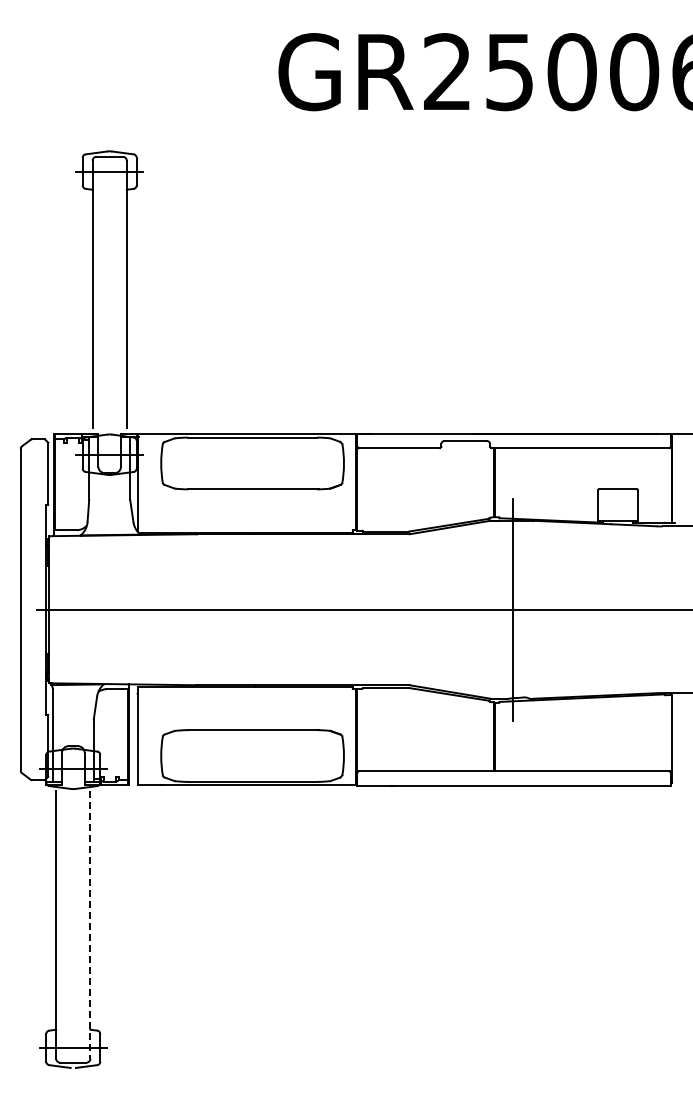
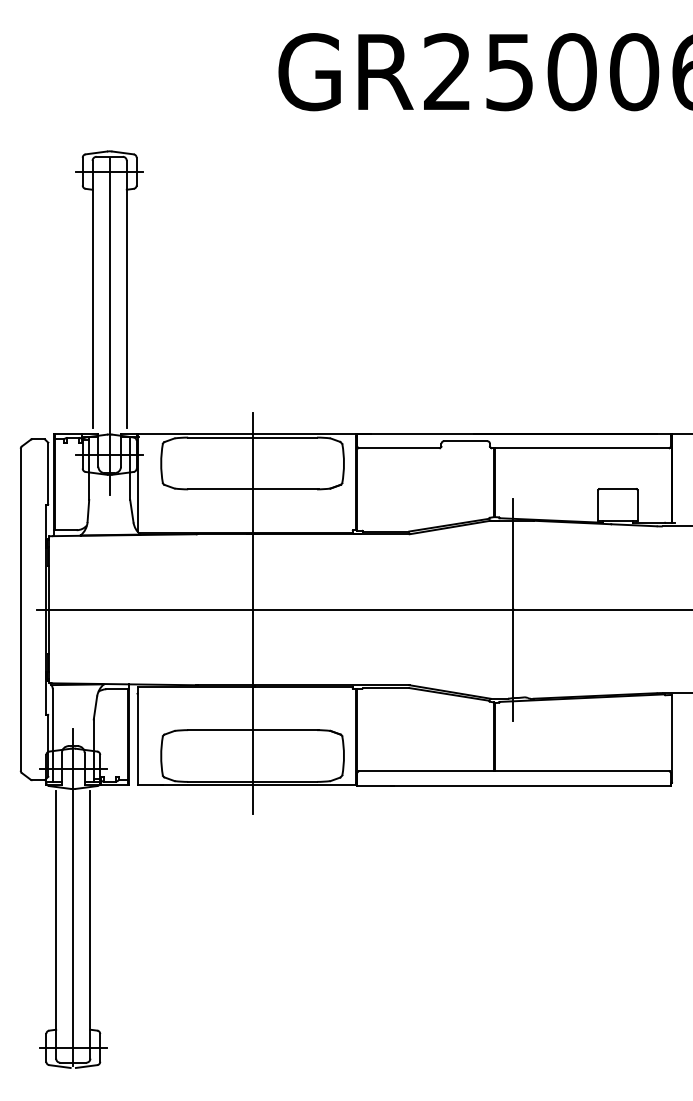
line at (109, 325): none -> present
line at (252, 612): none -> present
line at (73, 896): none -> present
line at (90, 925): dashed -> solid
